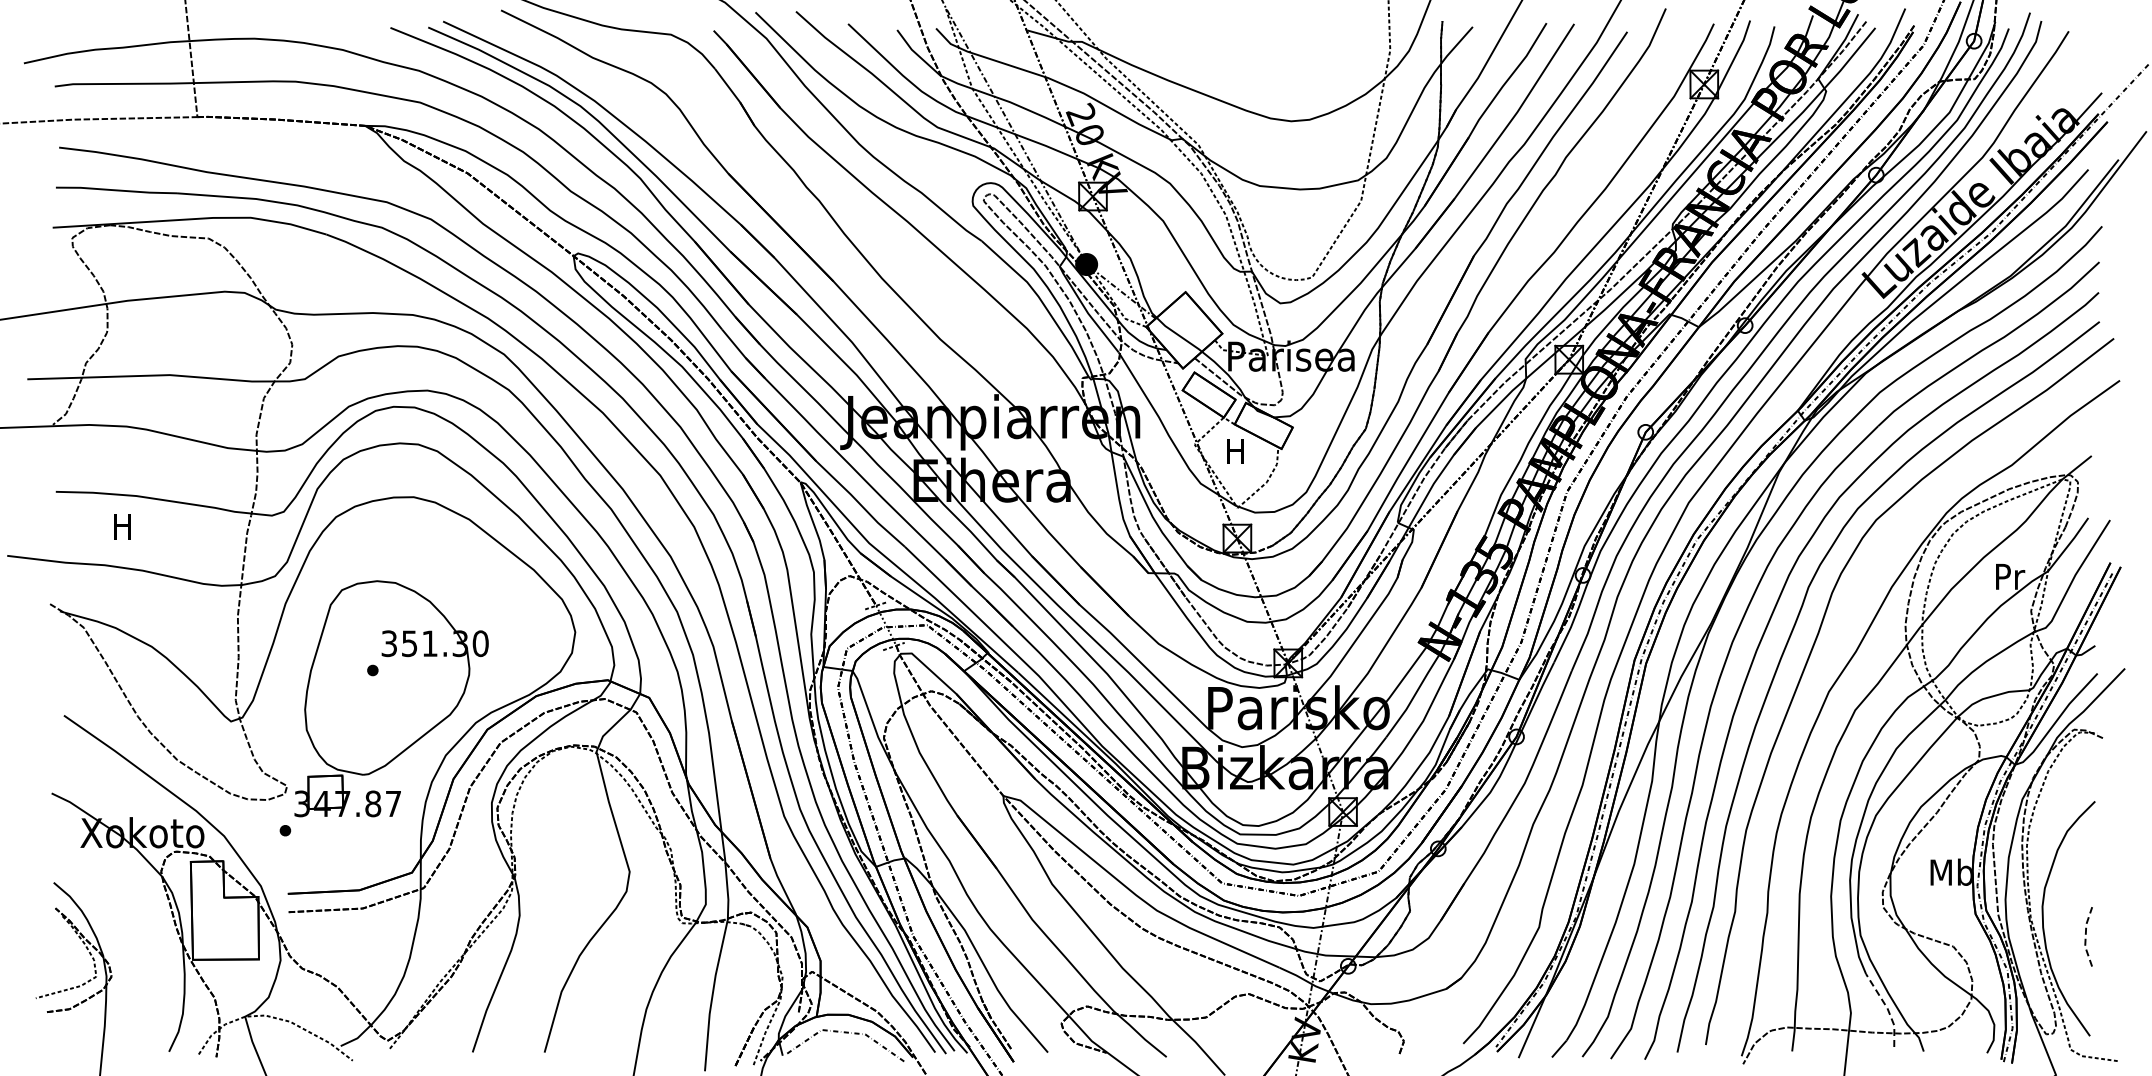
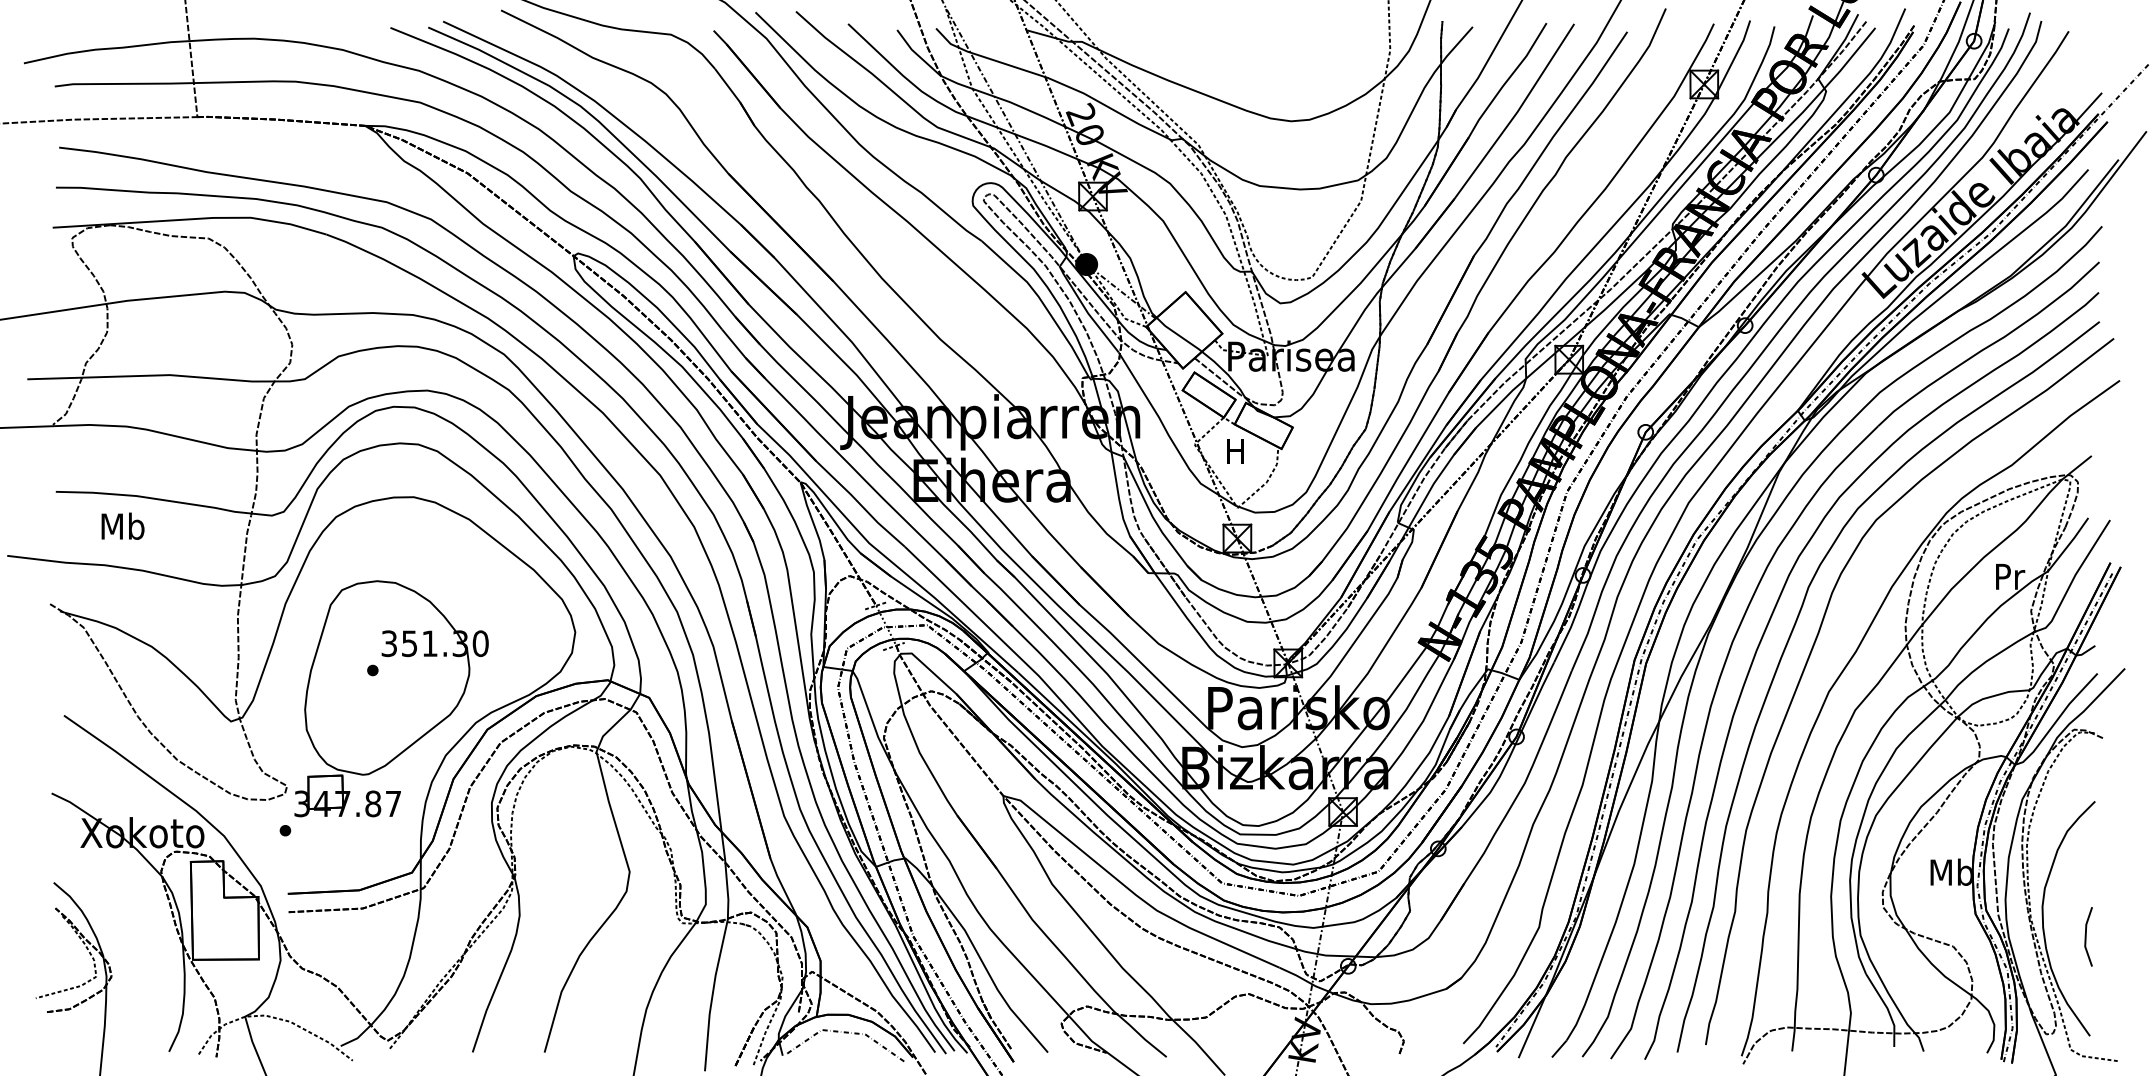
text at (122, 525): H -> Mb
line at (2085, 937): dashed -> solid
line at (1887, 1008): dashed -> solid
